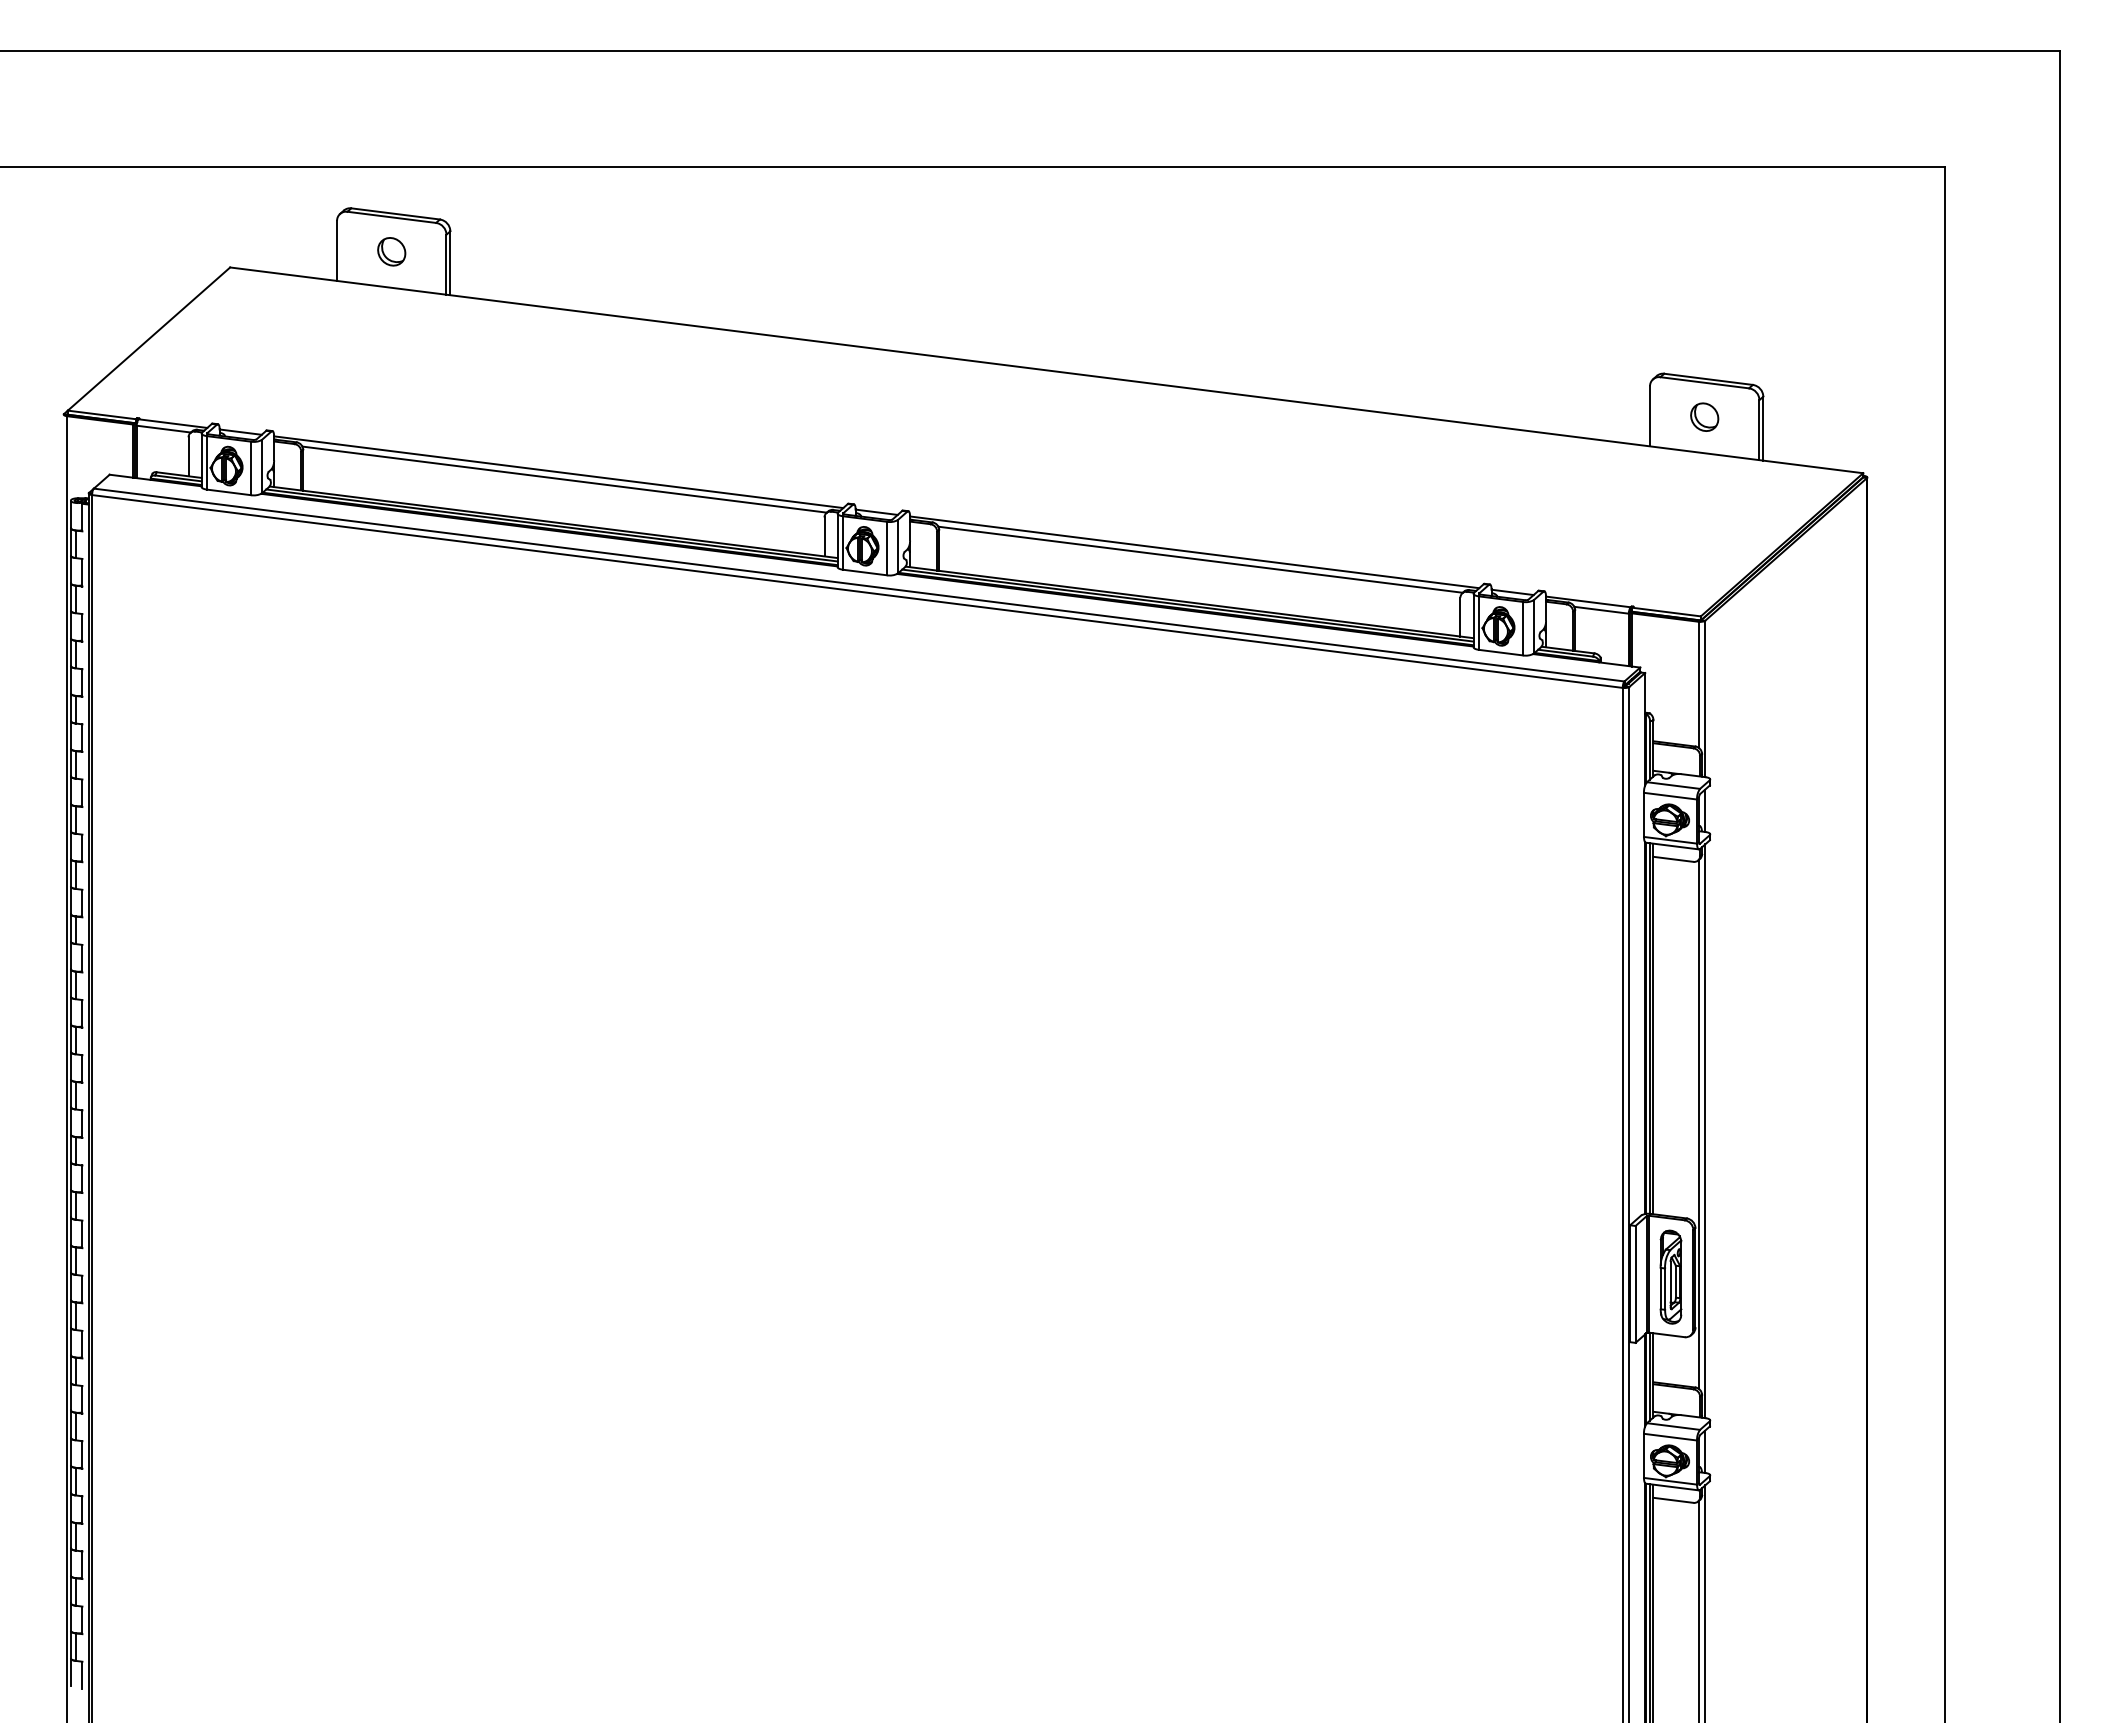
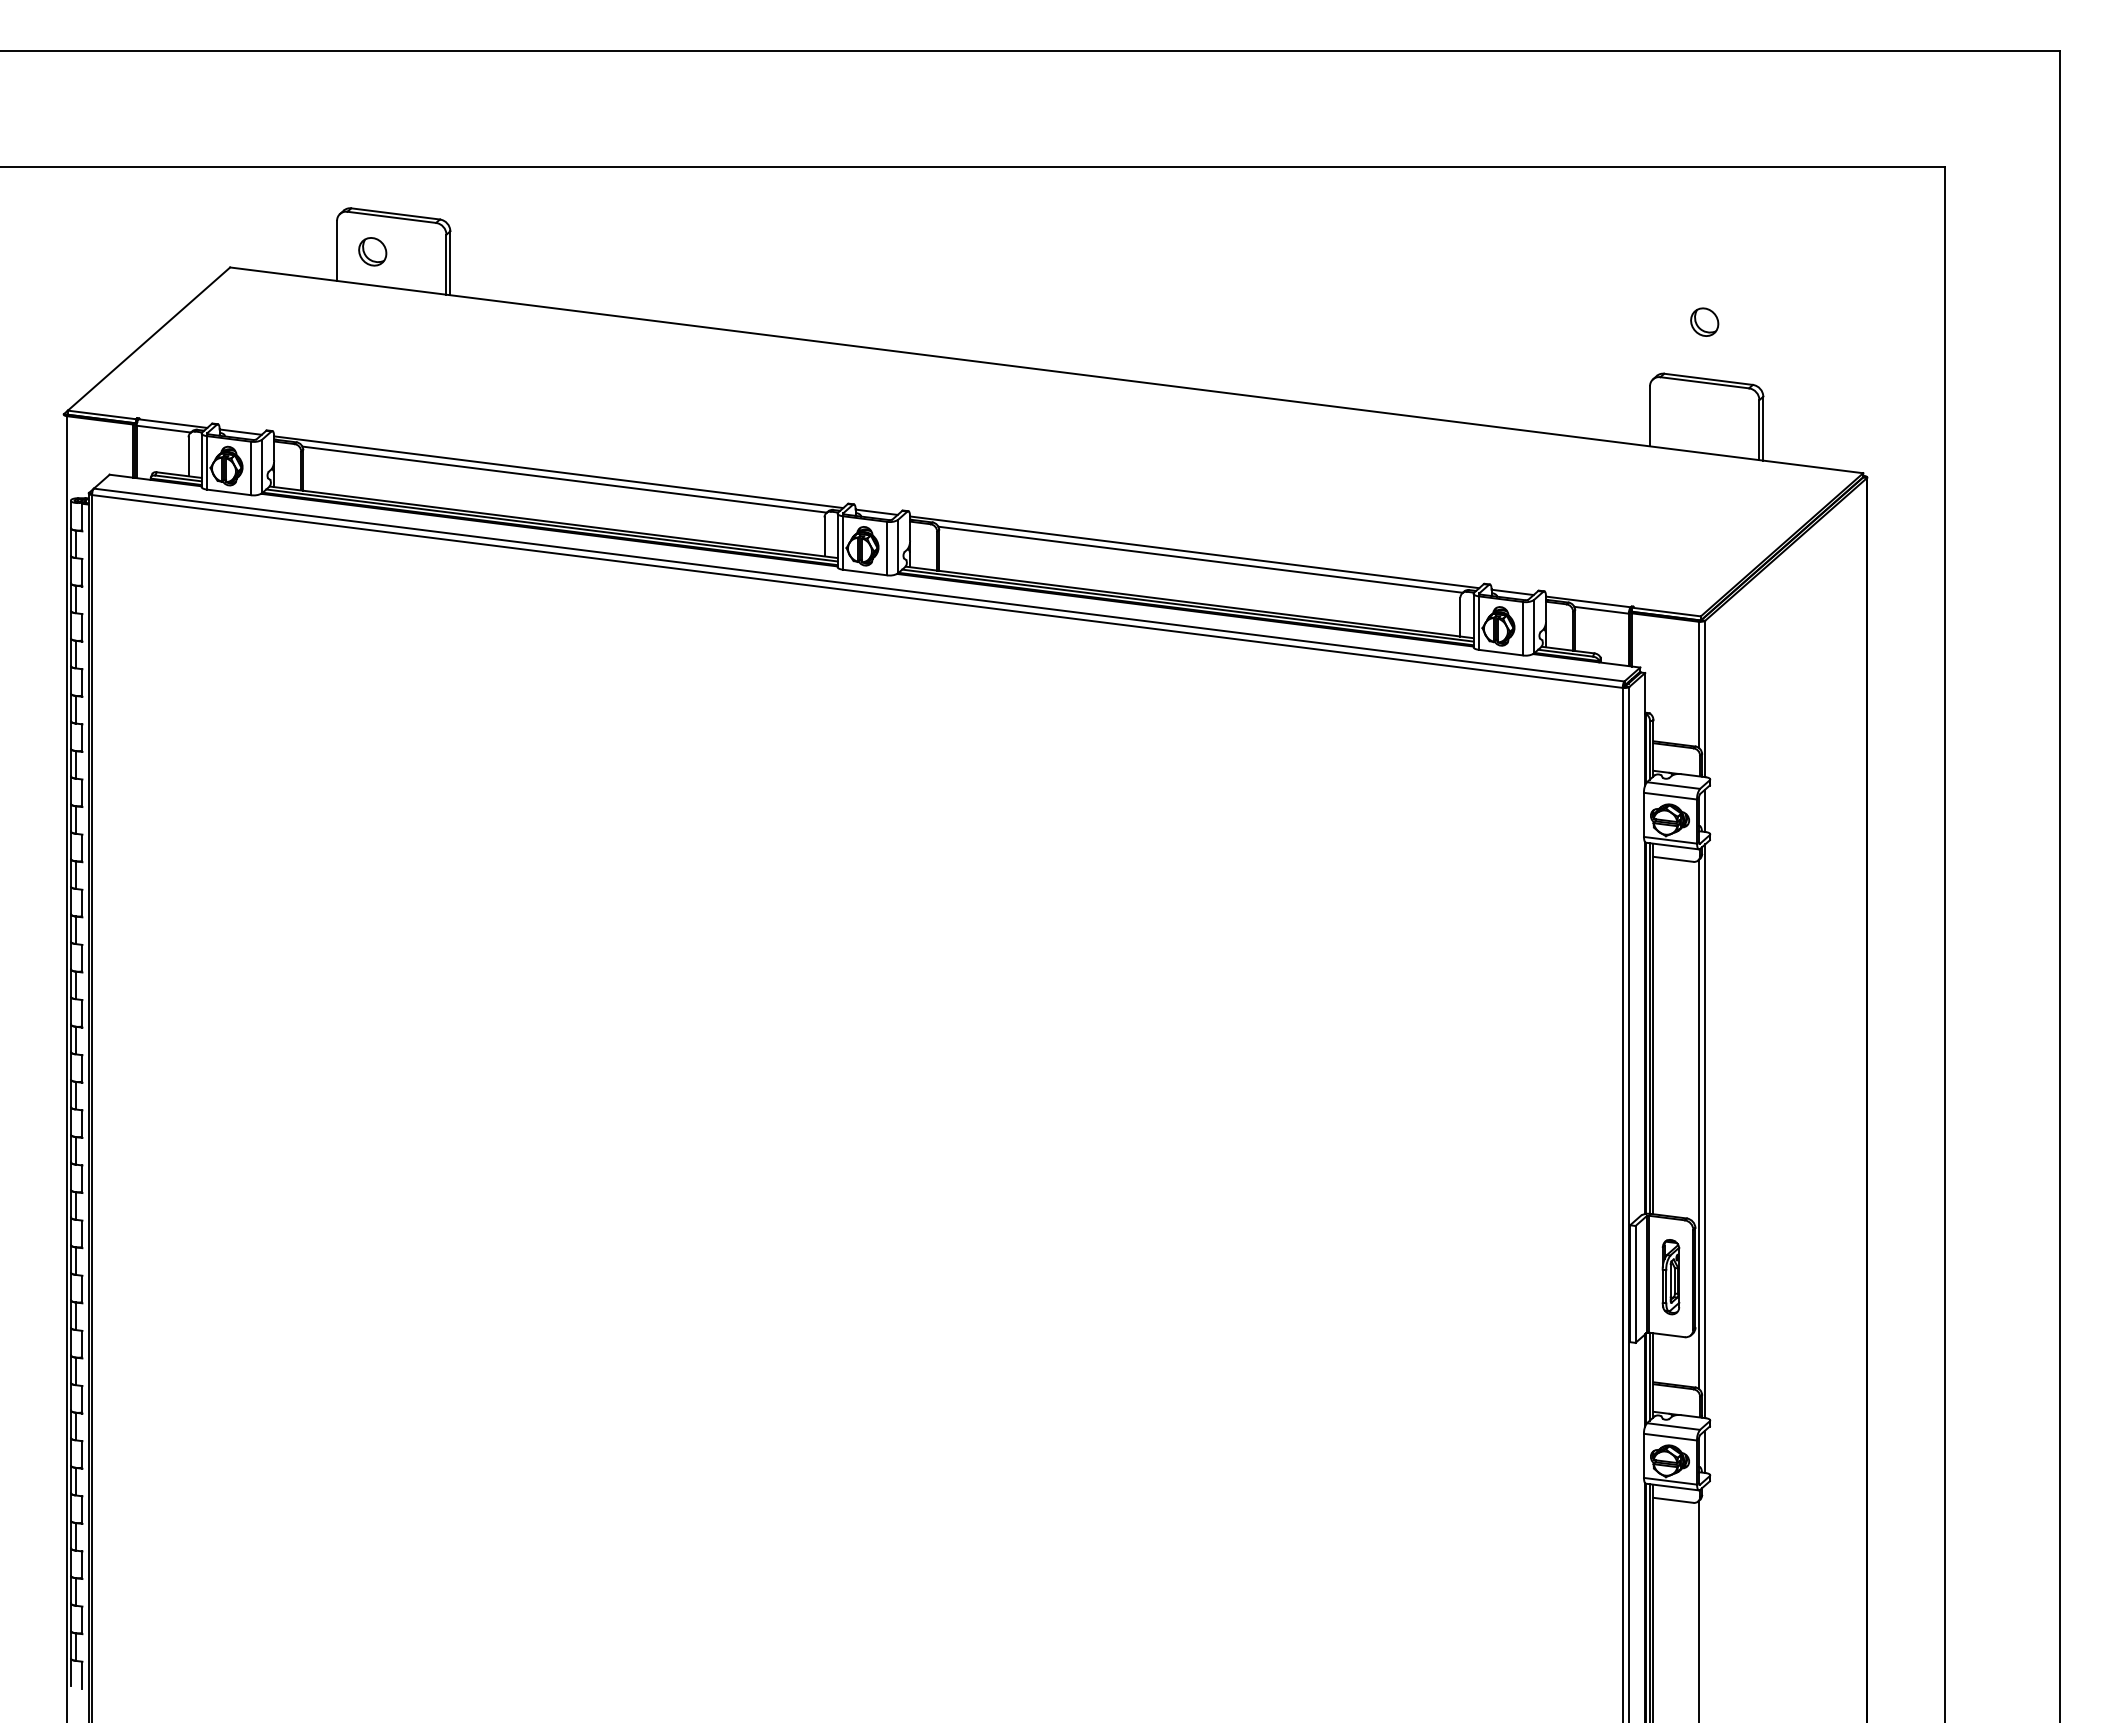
part at (391, 251) position: (391, 251) -> (372, 251)
part at (1704, 416) position: (1704, 416) -> (1704, 321)
part at (1670, 1276) size: 24x96 px -> 20x77 px
line at (1705, 1602): present -> none
